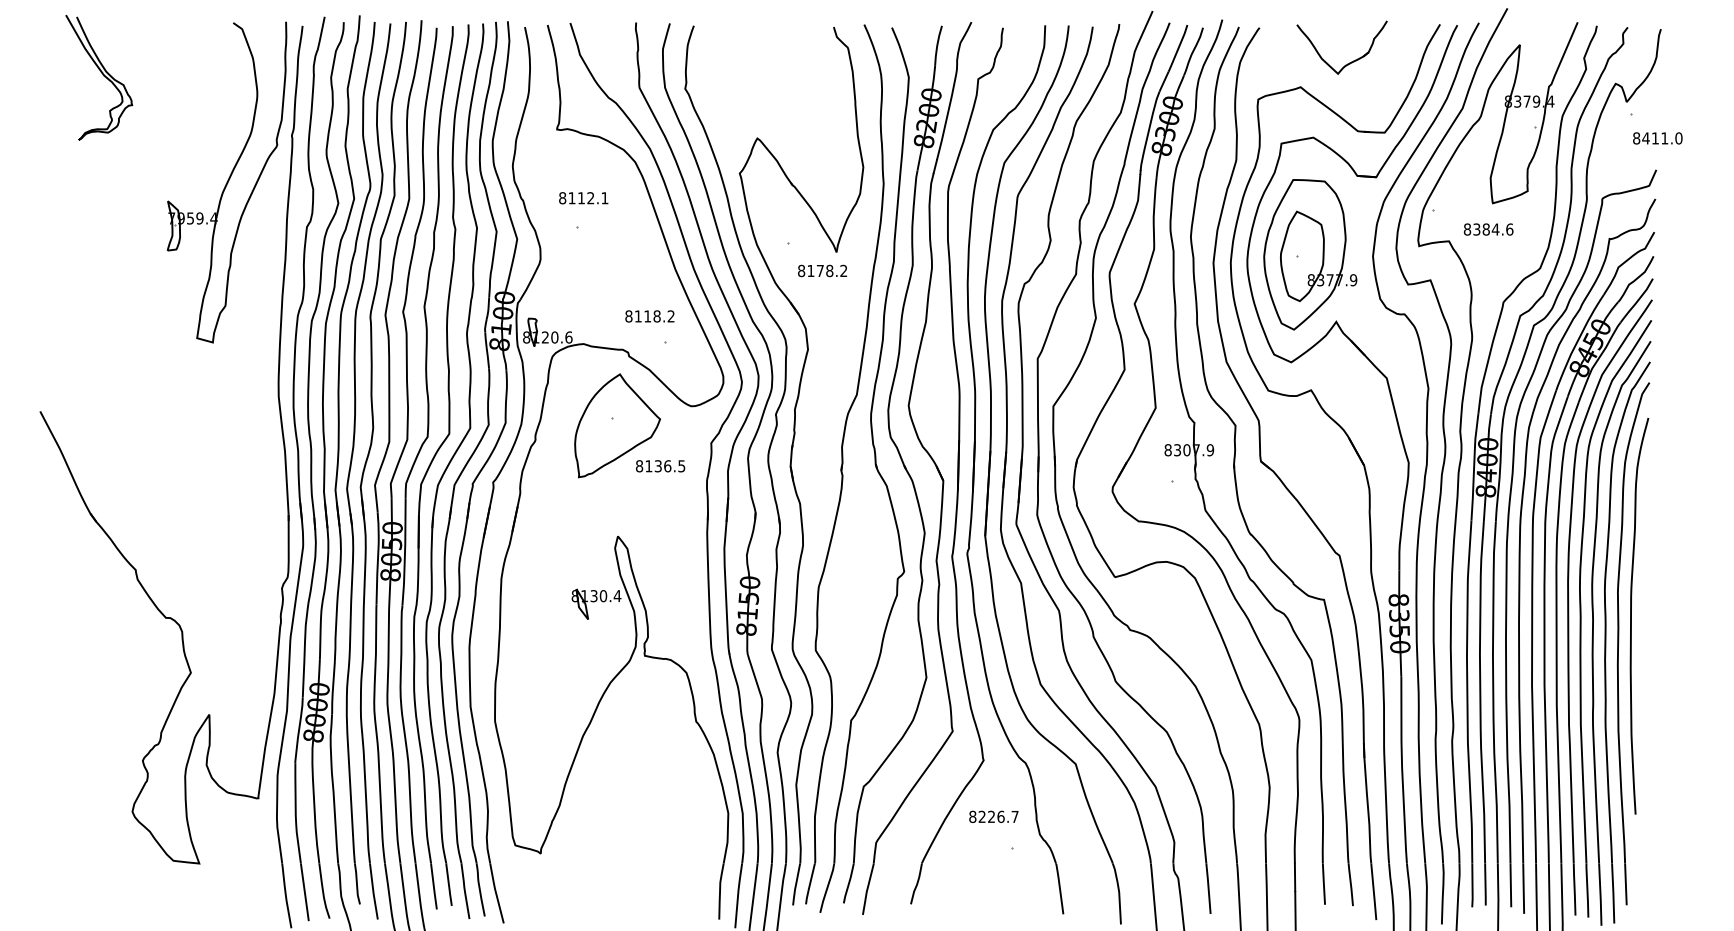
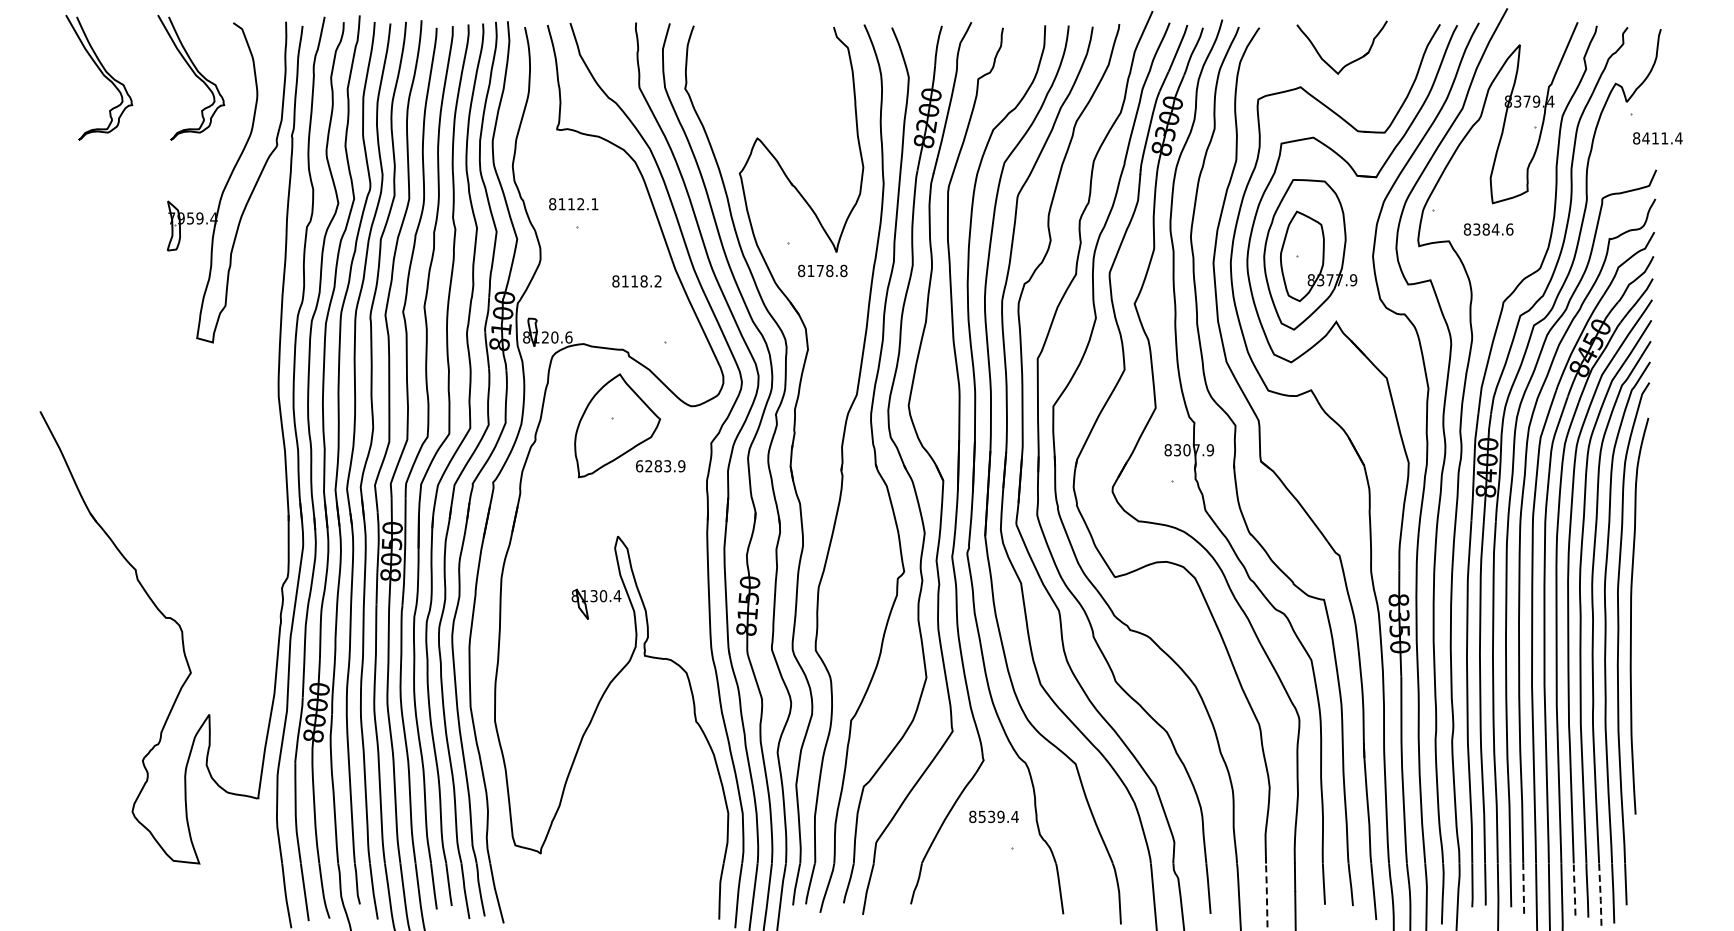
curve at (195, 76): none -> present
text at (1678, 138): 8411.0 -> 8411.4
text at (583, 198) position: (583, 198) -> (573, 204)
text at (843, 271): 8178.2 -> 8178.8
text at (649, 316) position: (649, 316) -> (636, 281)
text at (660, 466): 8136.5 -> 6283.9
text at (998, 816): 8226.7 -> 8539.4
line at (1523, 888): solid -> dashed
line at (1574, 889): solid -> dashed
line at (1266, 895): solid -> dashed
line at (1600, 895): solid -> dashed
